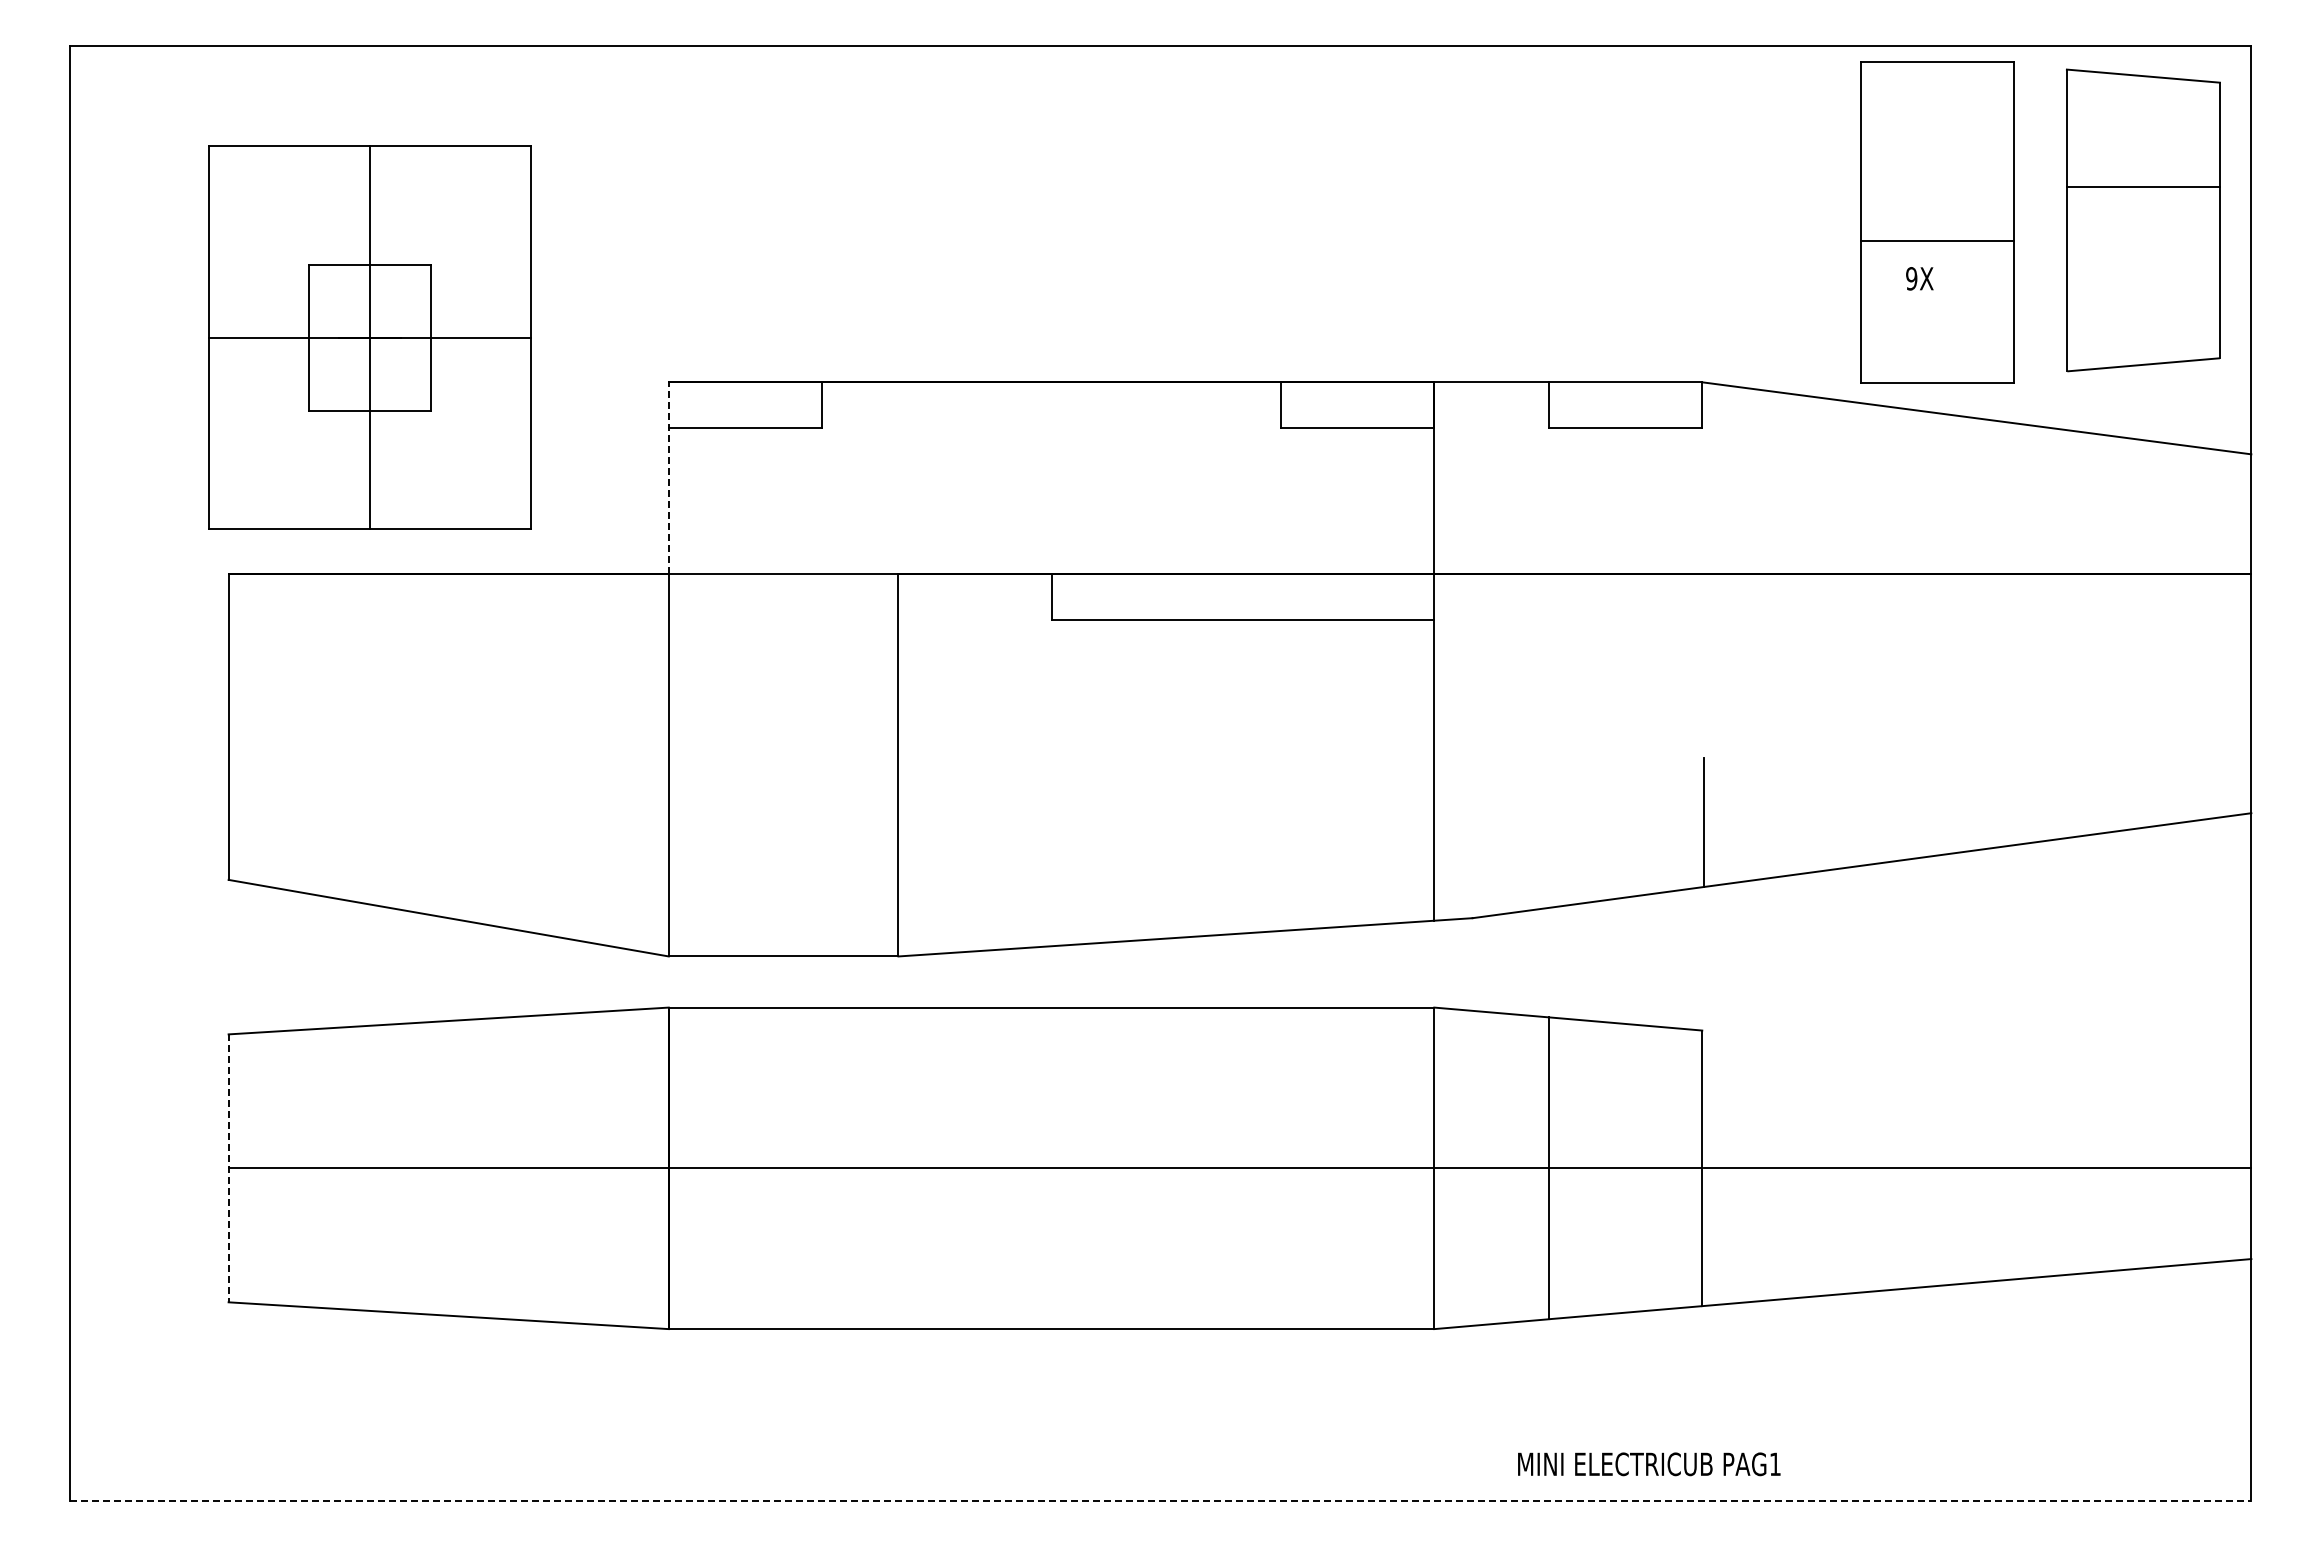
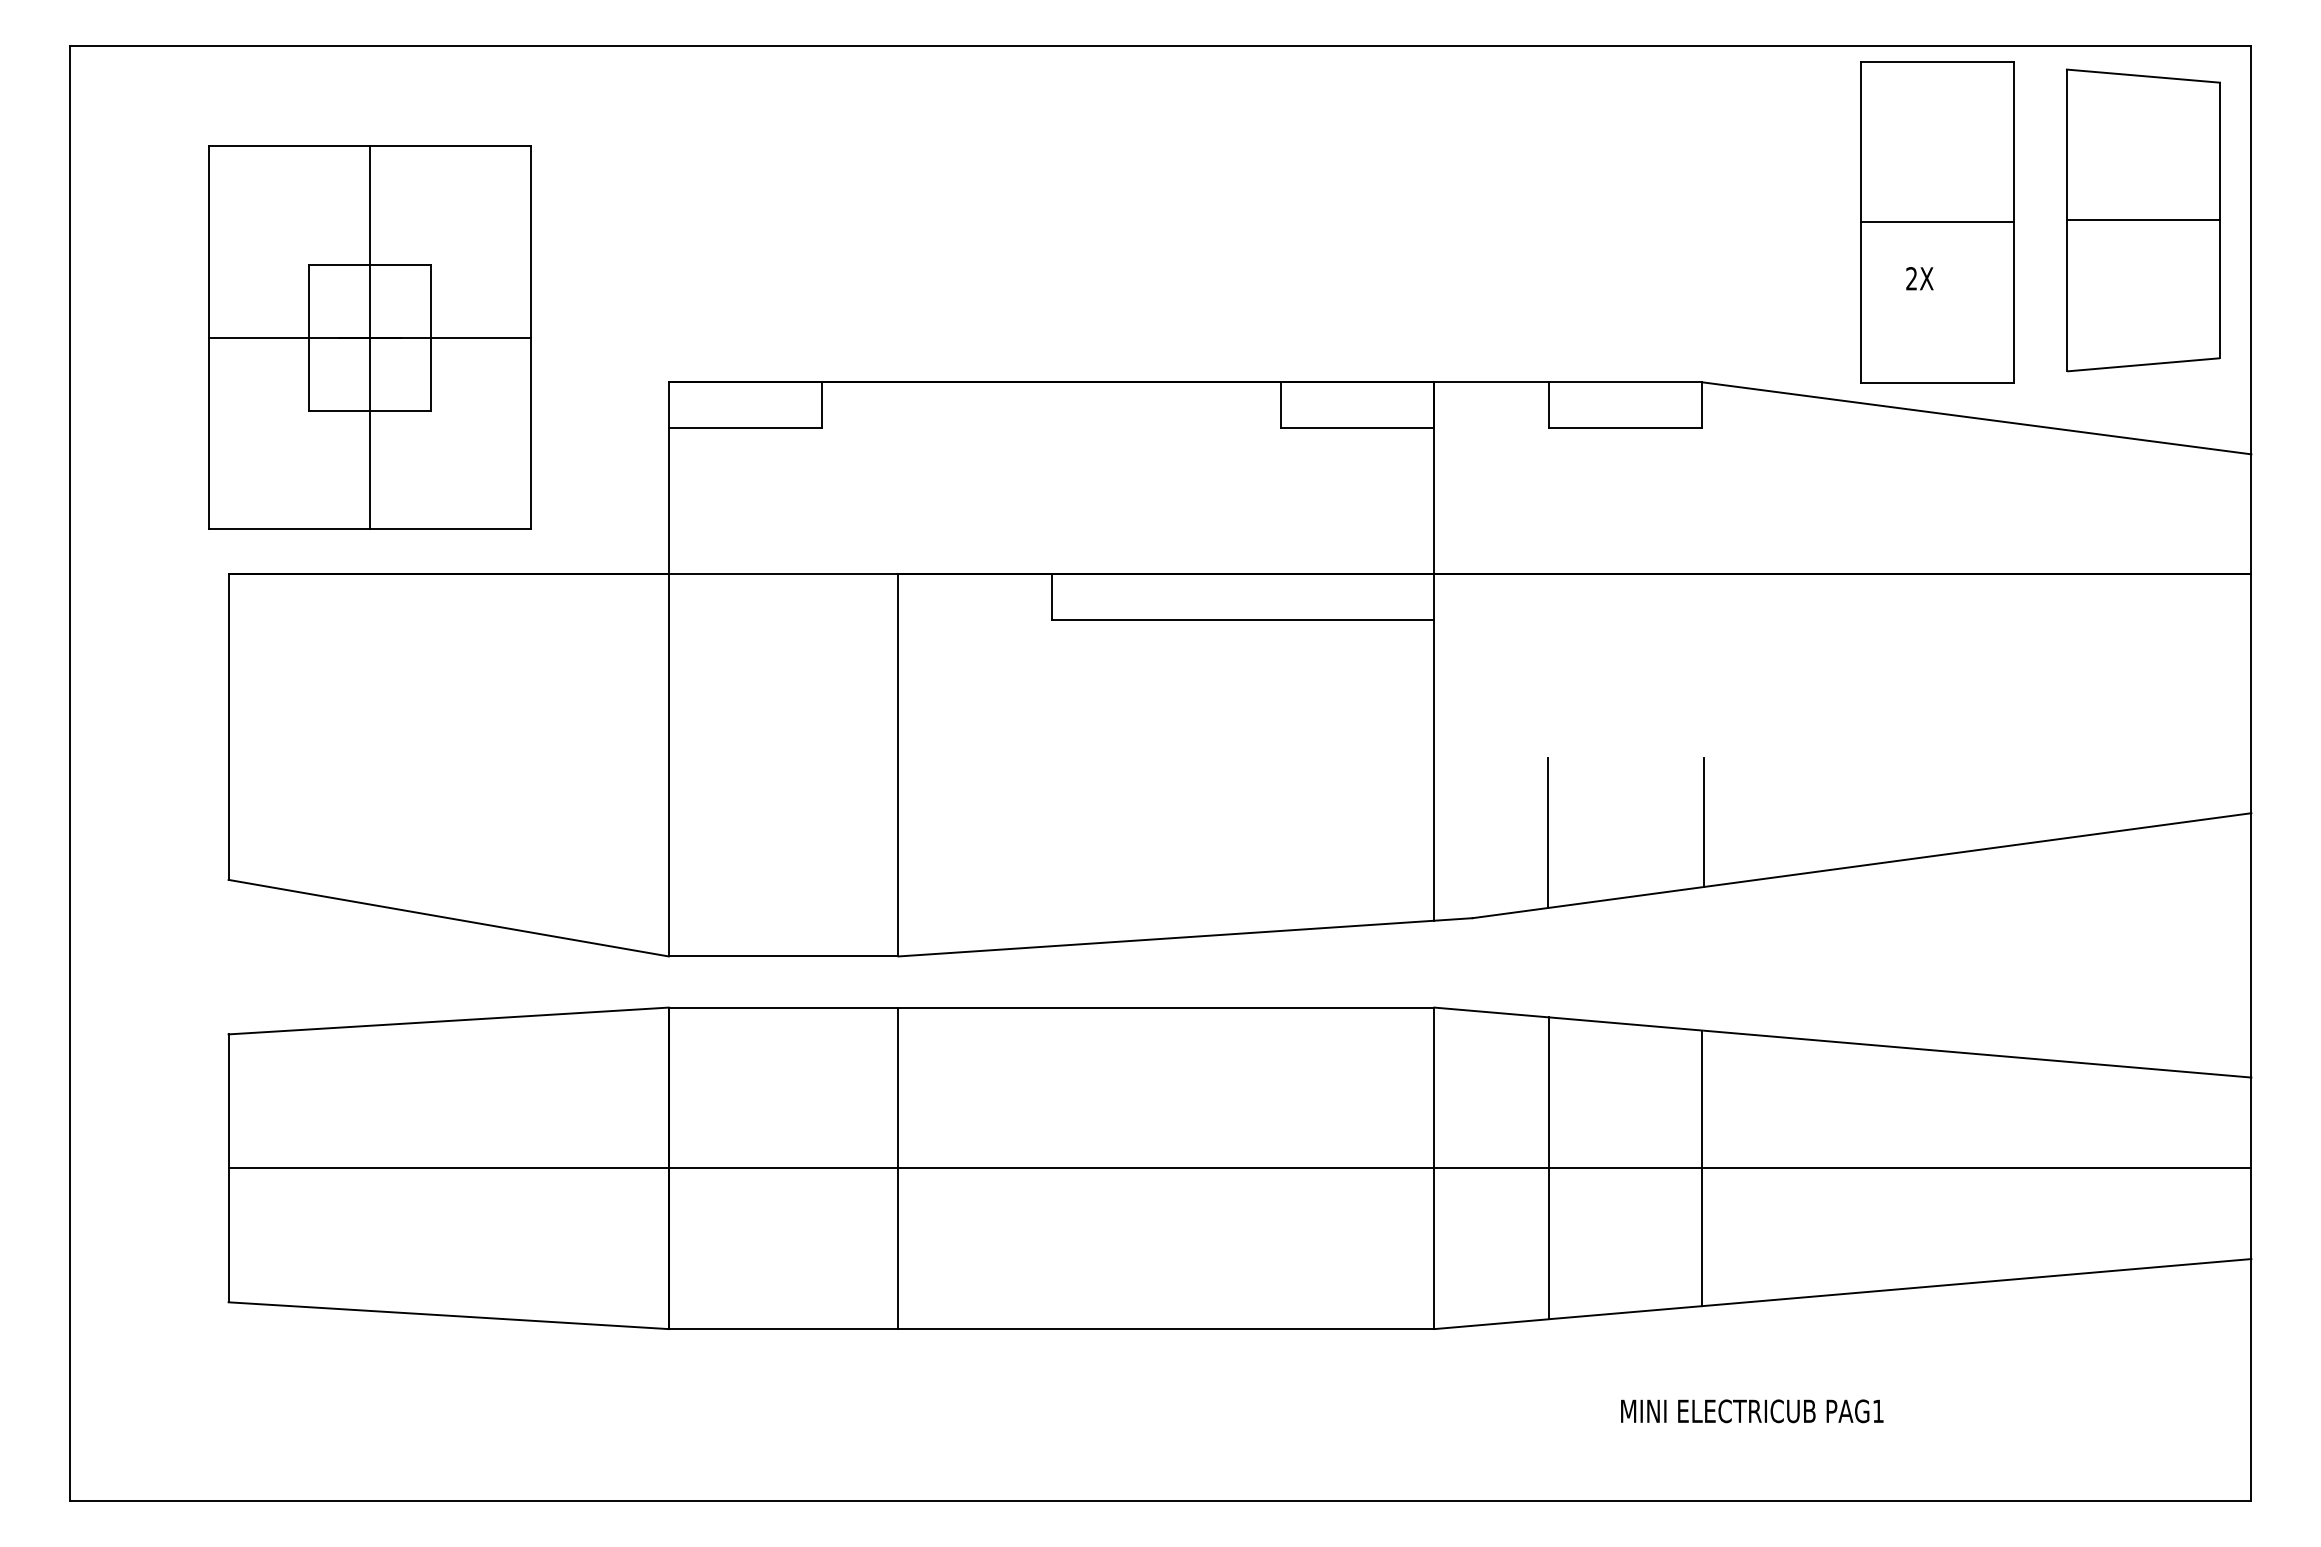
line at (2142, 187) position: (2142, 187) -> (2142, 220)
line at (1936, 241) position: (1936, 241) -> (1936, 222)
text at (1911, 278): 9X -> 2X
line at (668, 478): dashed -> solid
line at (1548, 832): none -> present
line at (1977, 1053): none -> present
line at (228, 1168): dashed -> solid
line at (898, 1168): none -> present
text at (1649, 1464) position: (1649, 1464) -> (1752, 1411)
line at (1160, 1500): dashed -> solid
